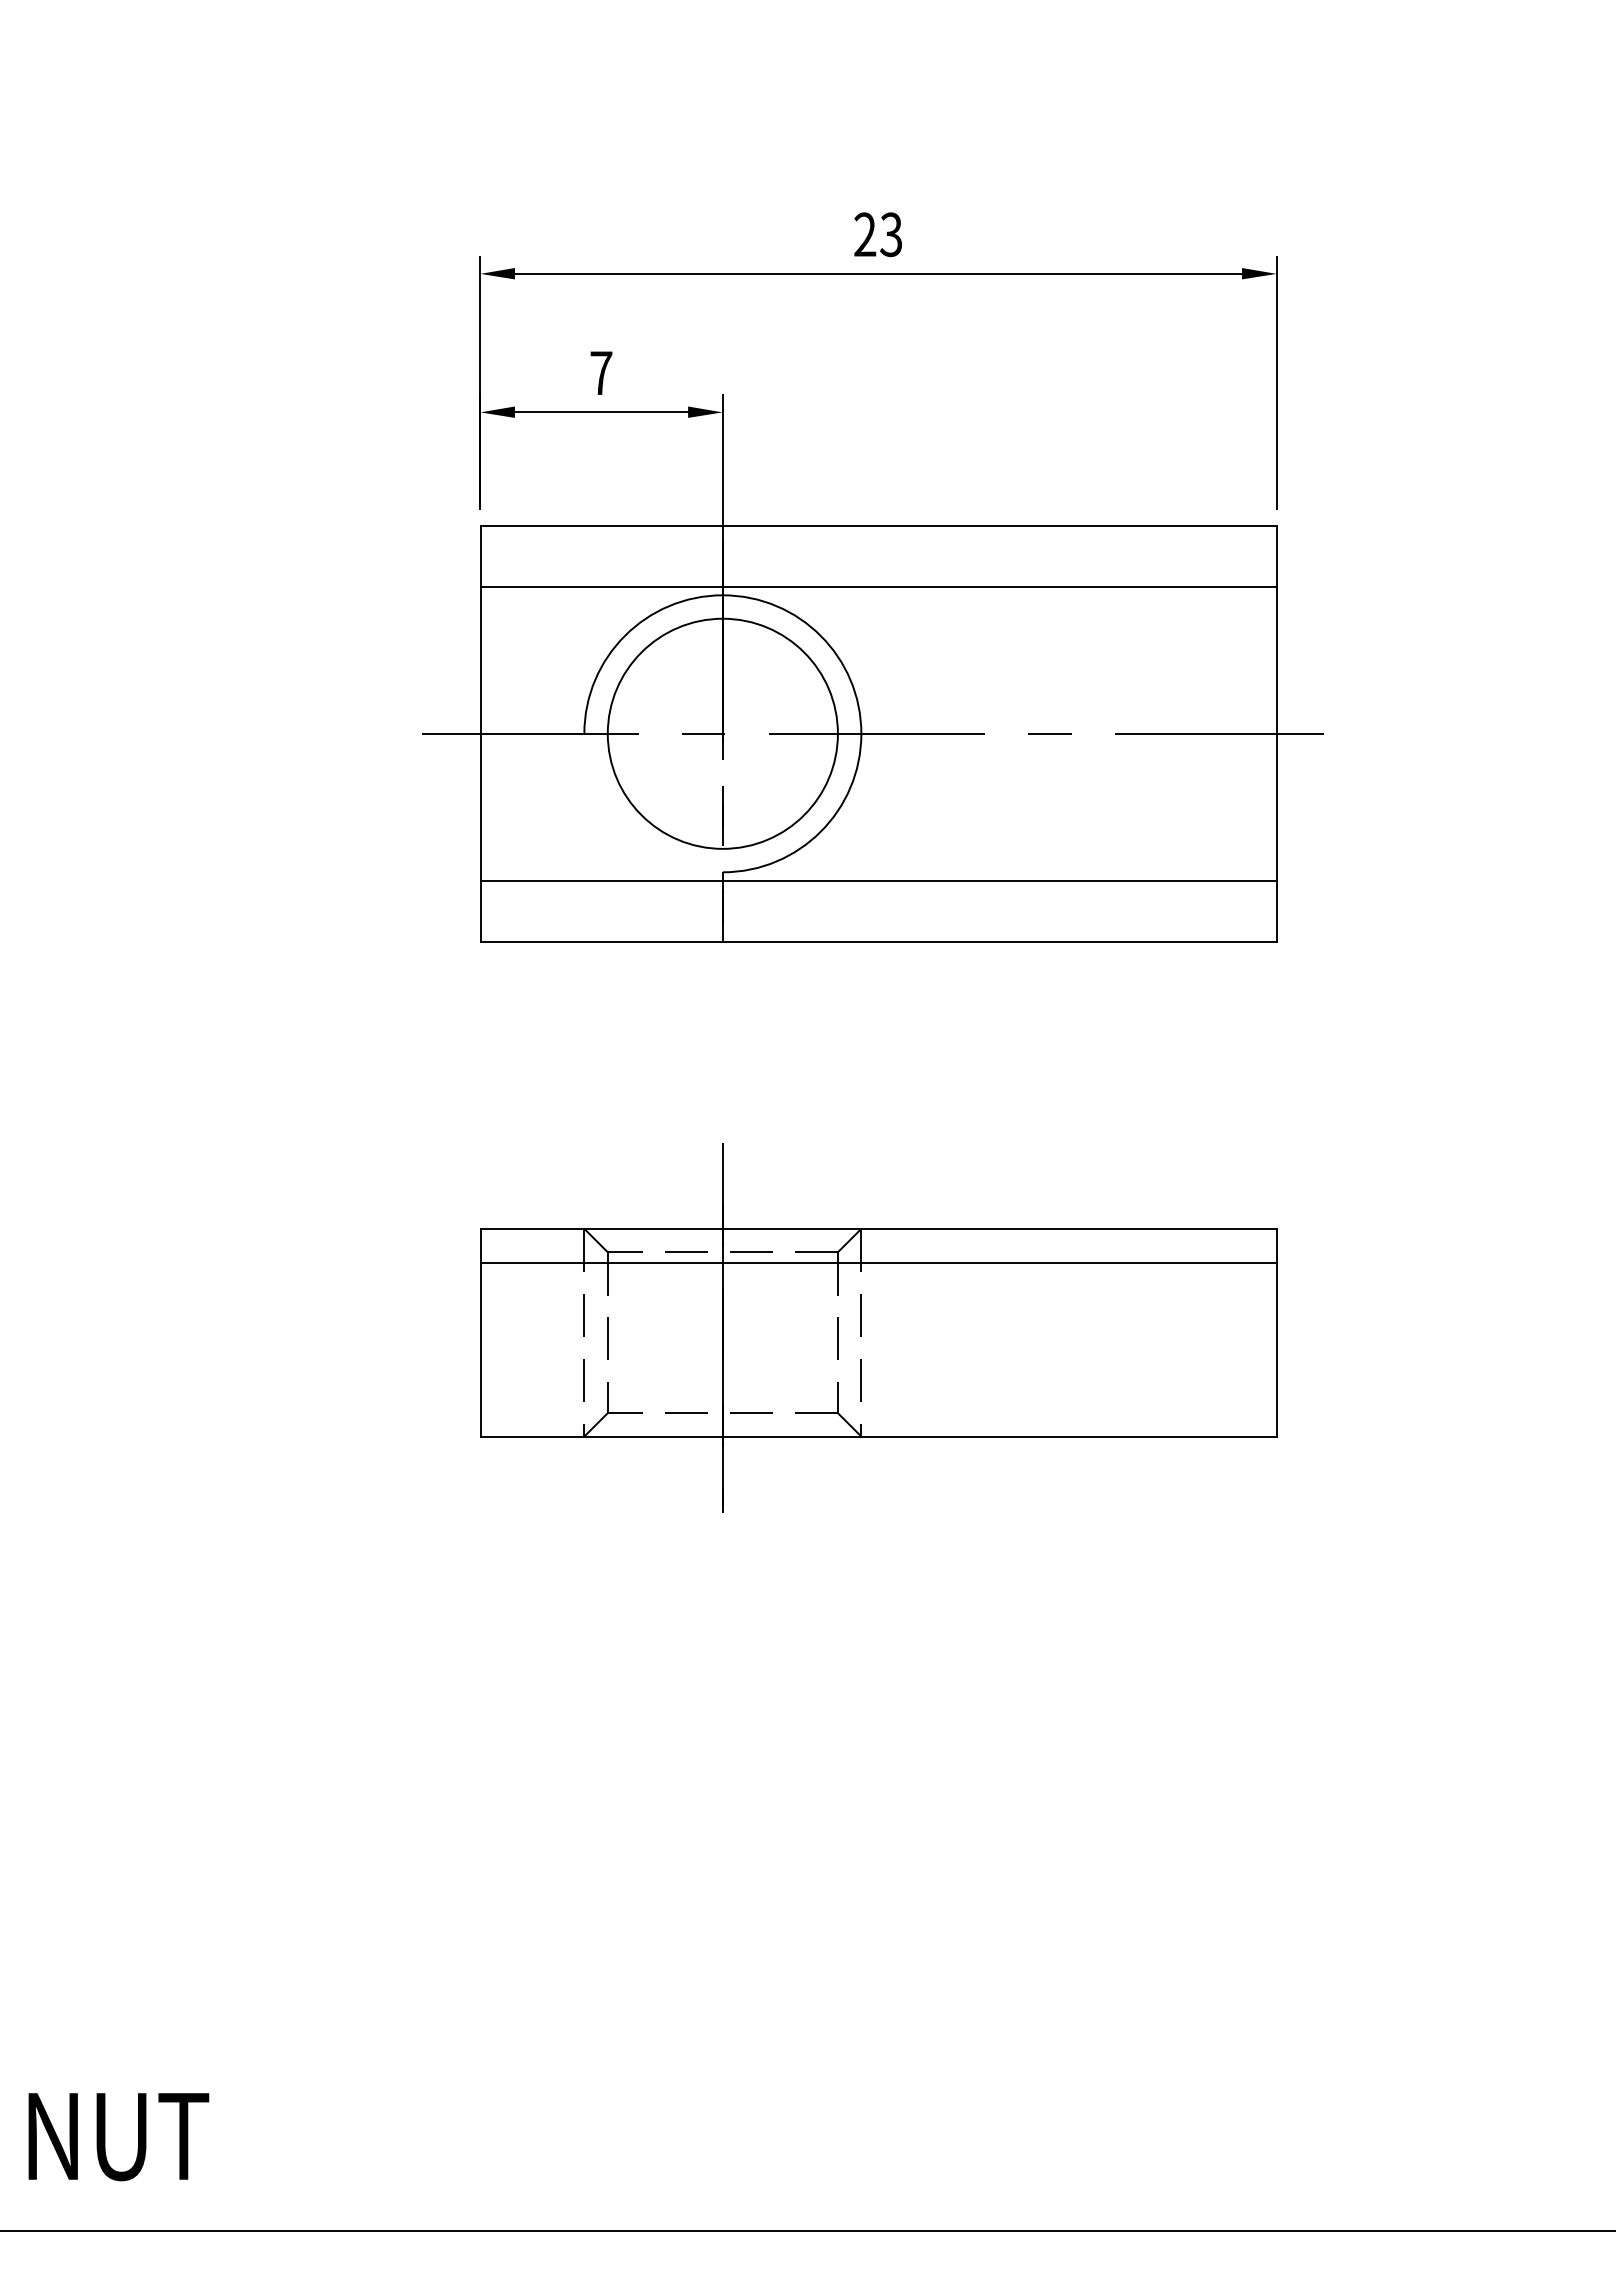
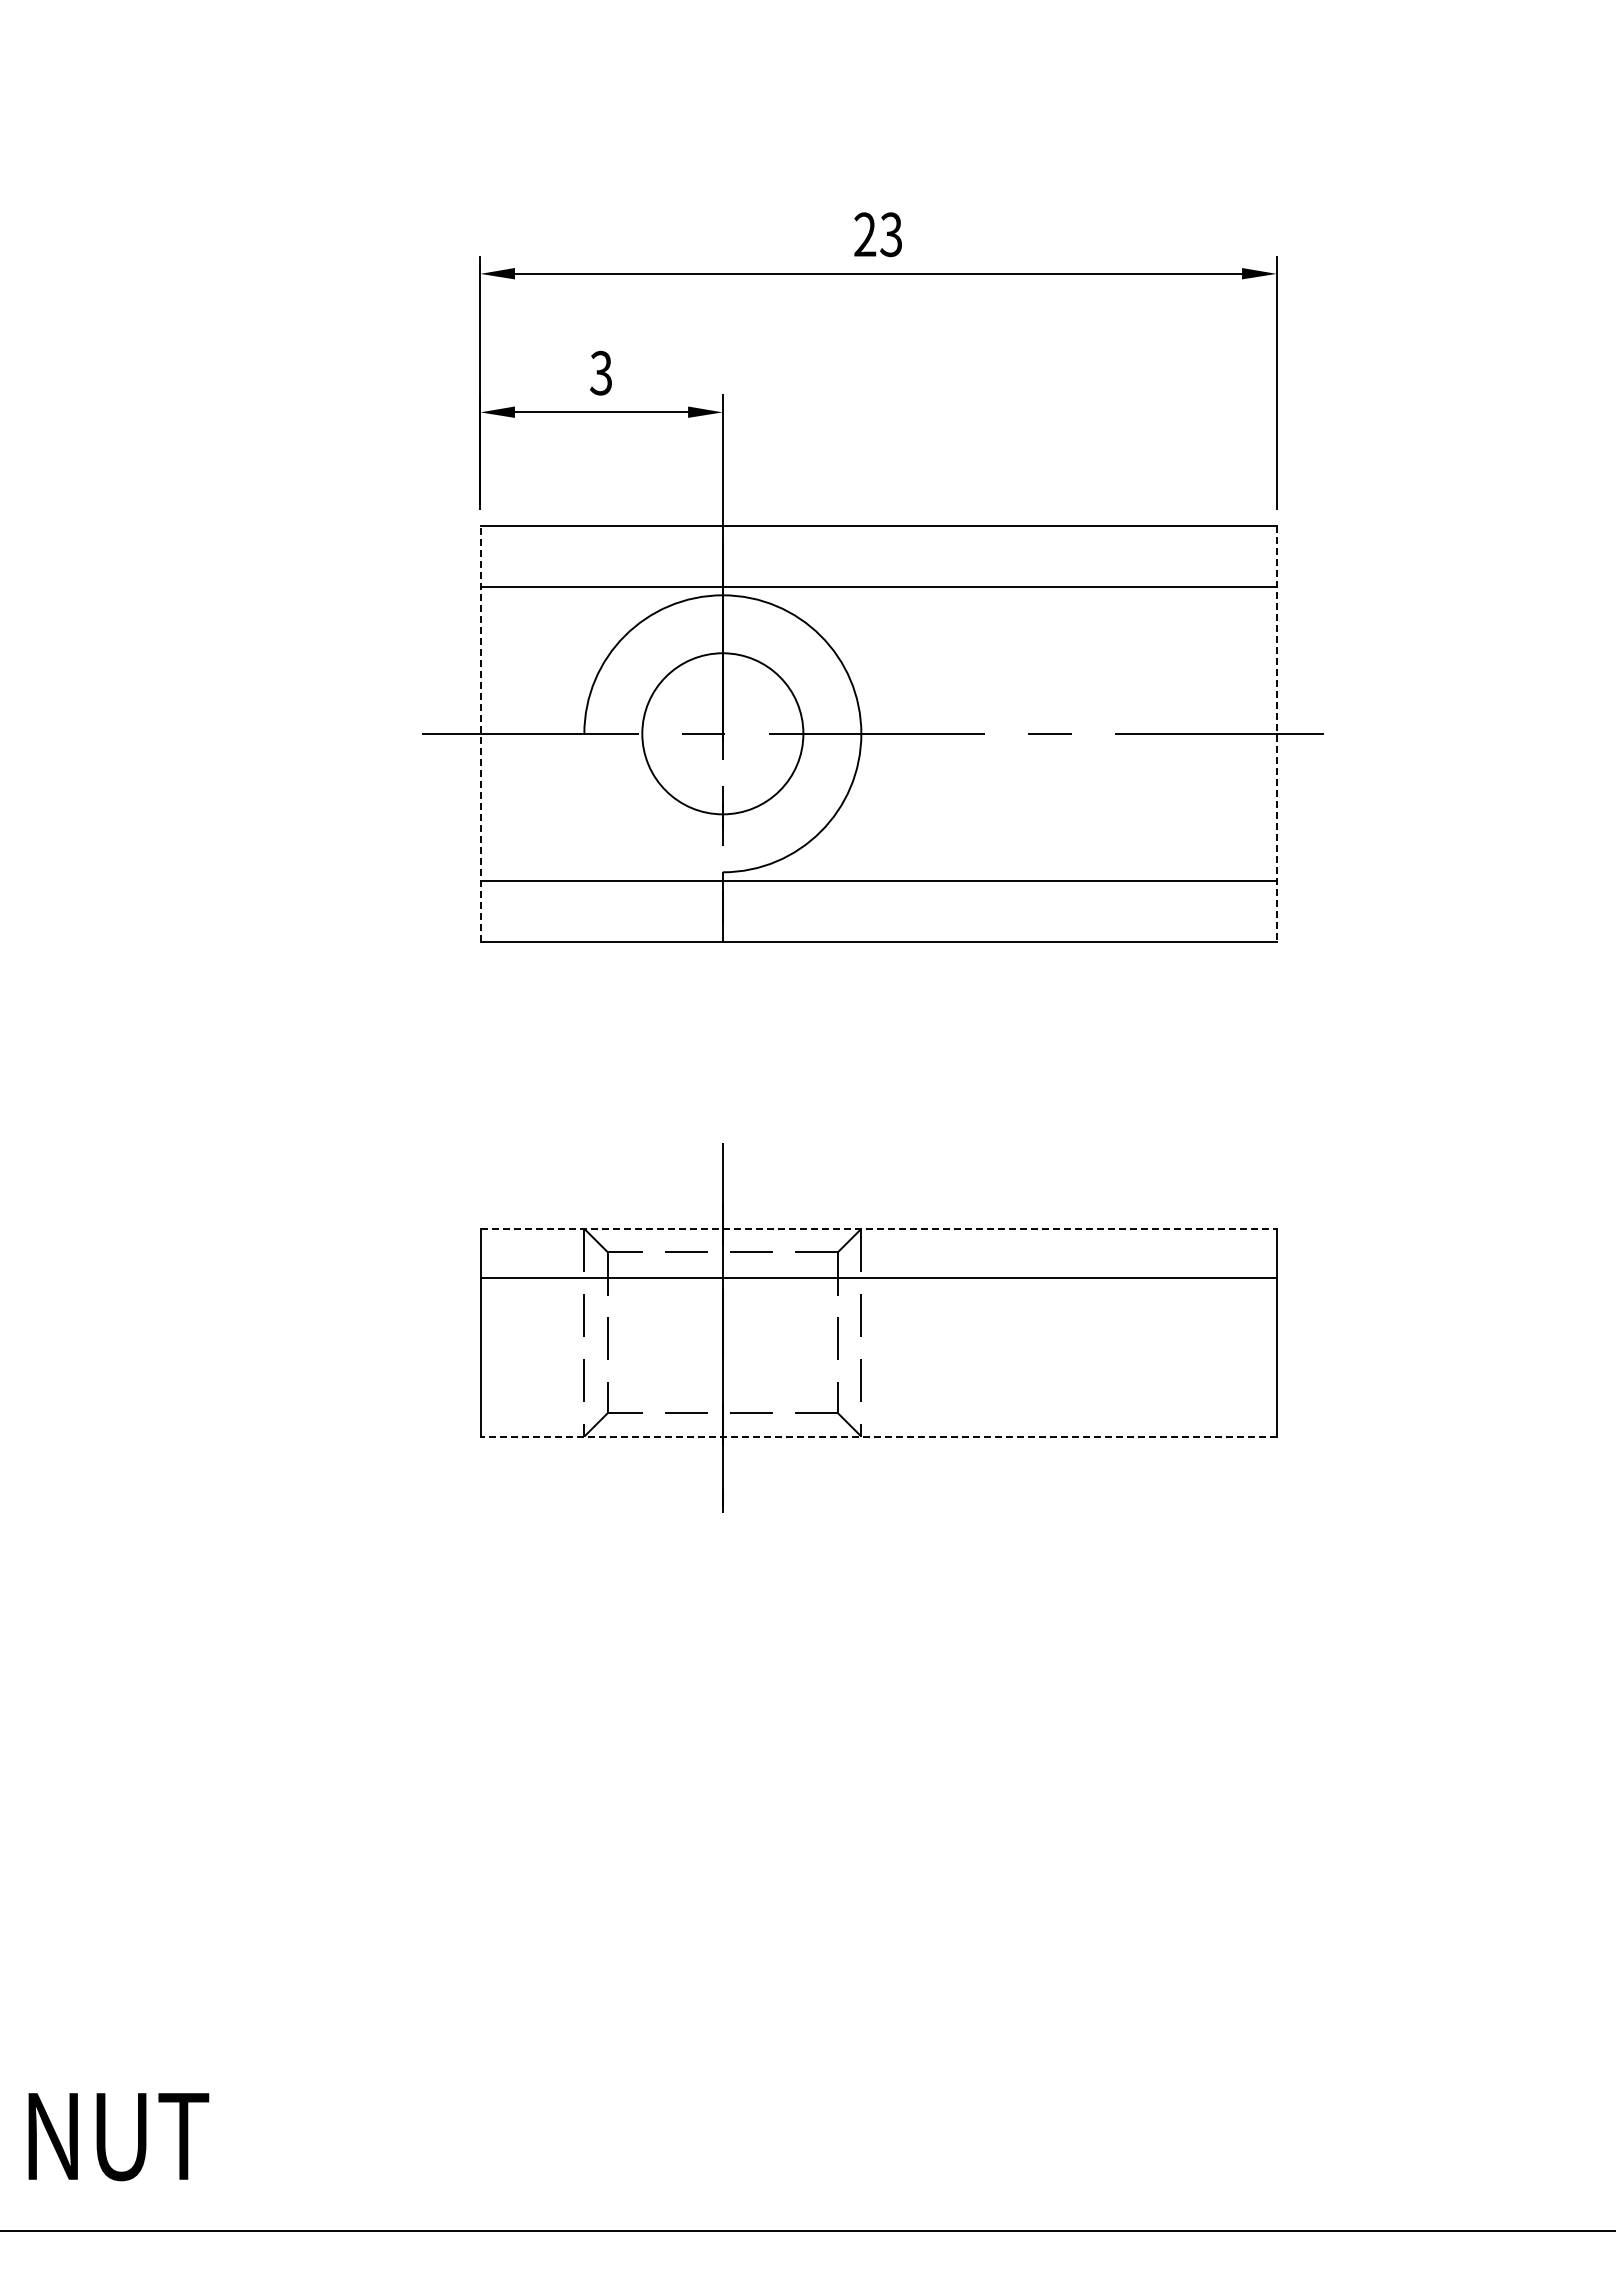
text at (601, 372): 7 -> 3
line at (480, 733): solid -> dashed
circle at (722, 733) diameter: 230 px -> 161 px
line at (1276, 733): solid -> dashed
line at (879, 1228): solid -> dashed
line at (878, 1263) position: (878, 1263) -> (878, 1278)
line at (878, 1436): solid -> dashed
